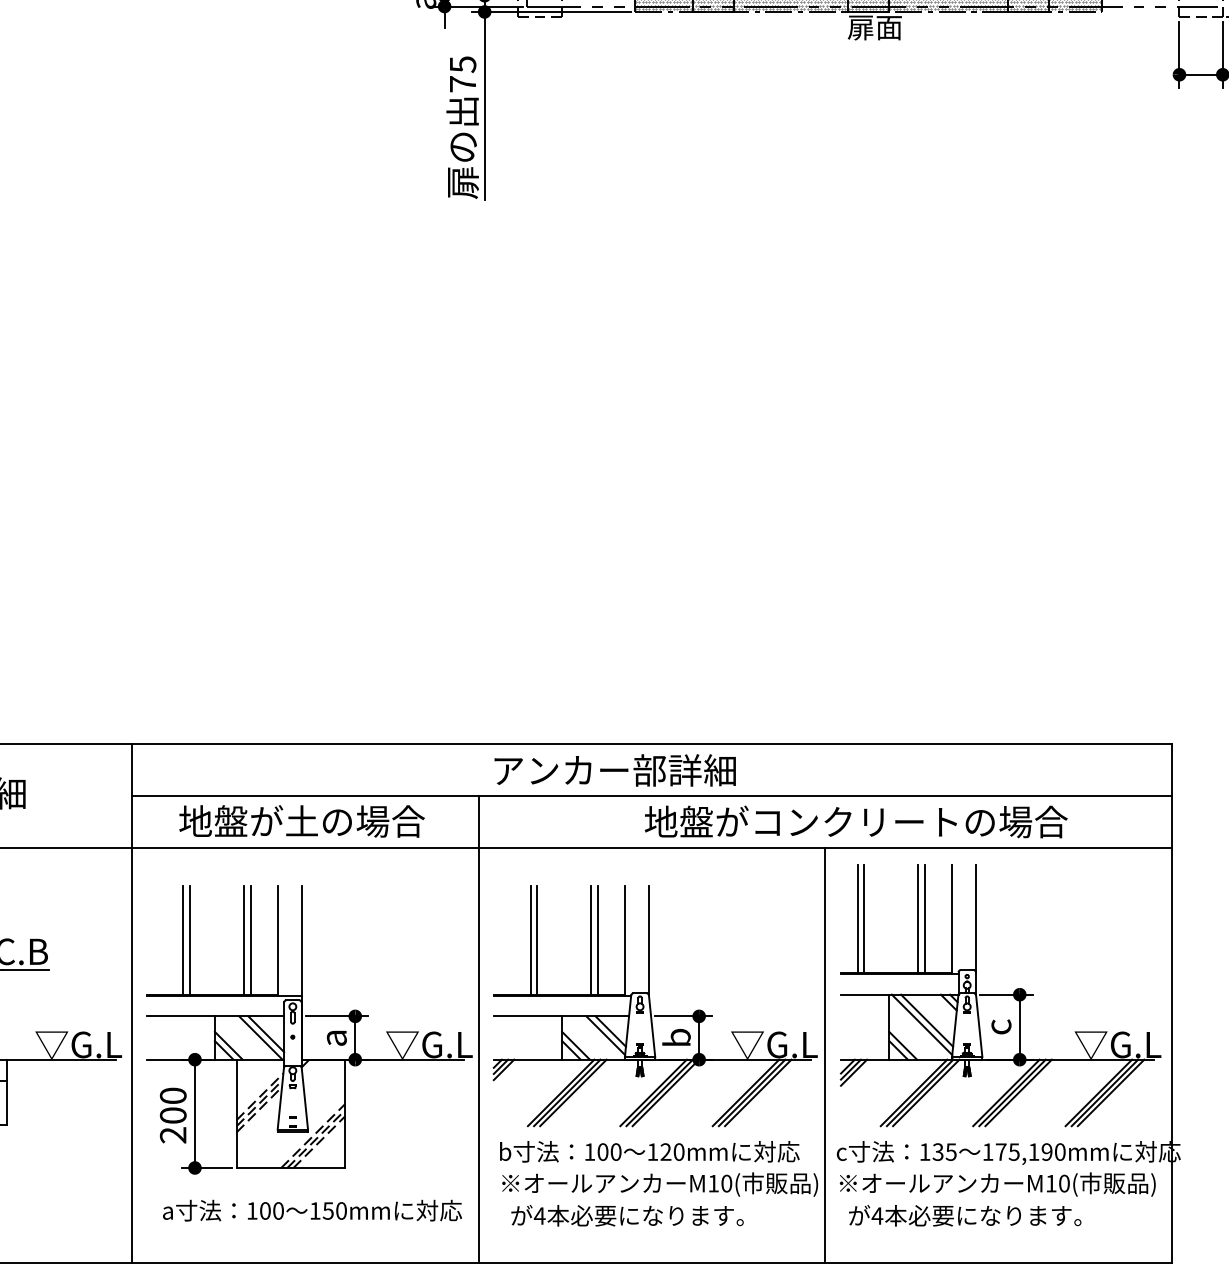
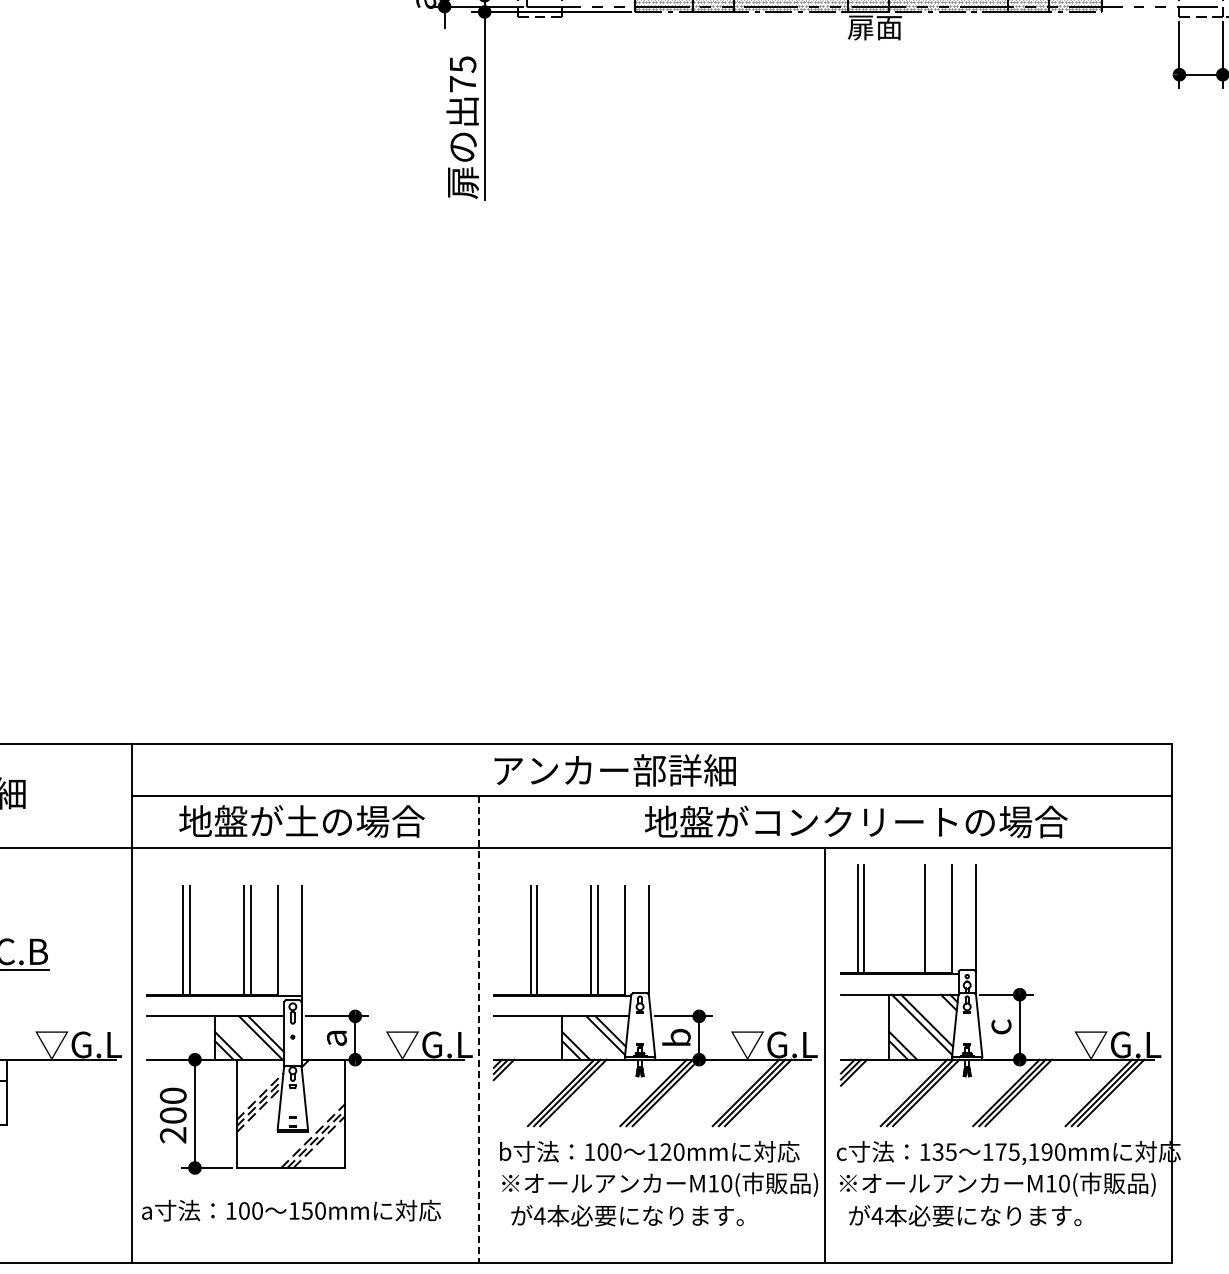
line at (918, 918): present -> none
line at (478, 1029): solid -> dashed
text at (312, 1210) position: (312, 1210) -> (291, 1210)
